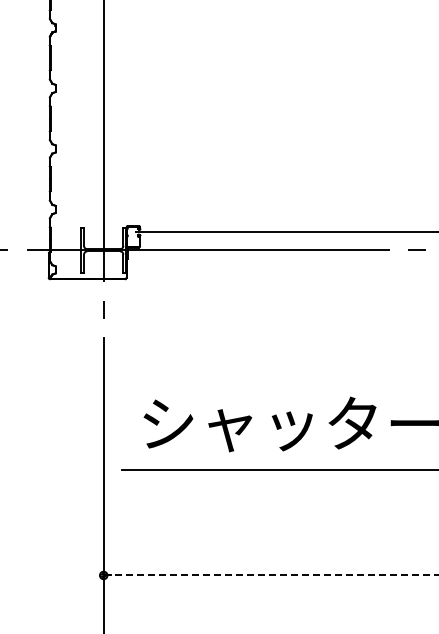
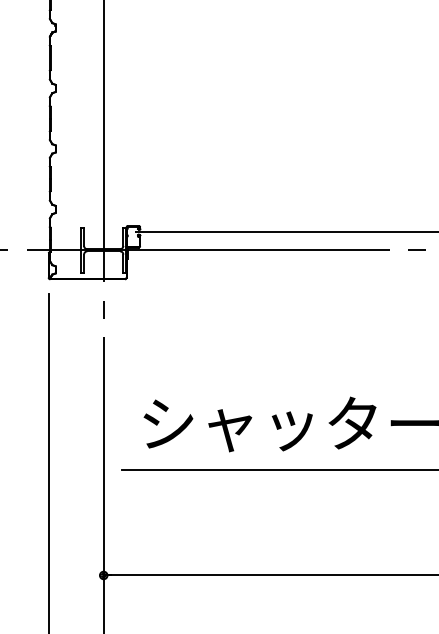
line at (49, 462): none -> present
line at (271, 575): dashed -> solid
